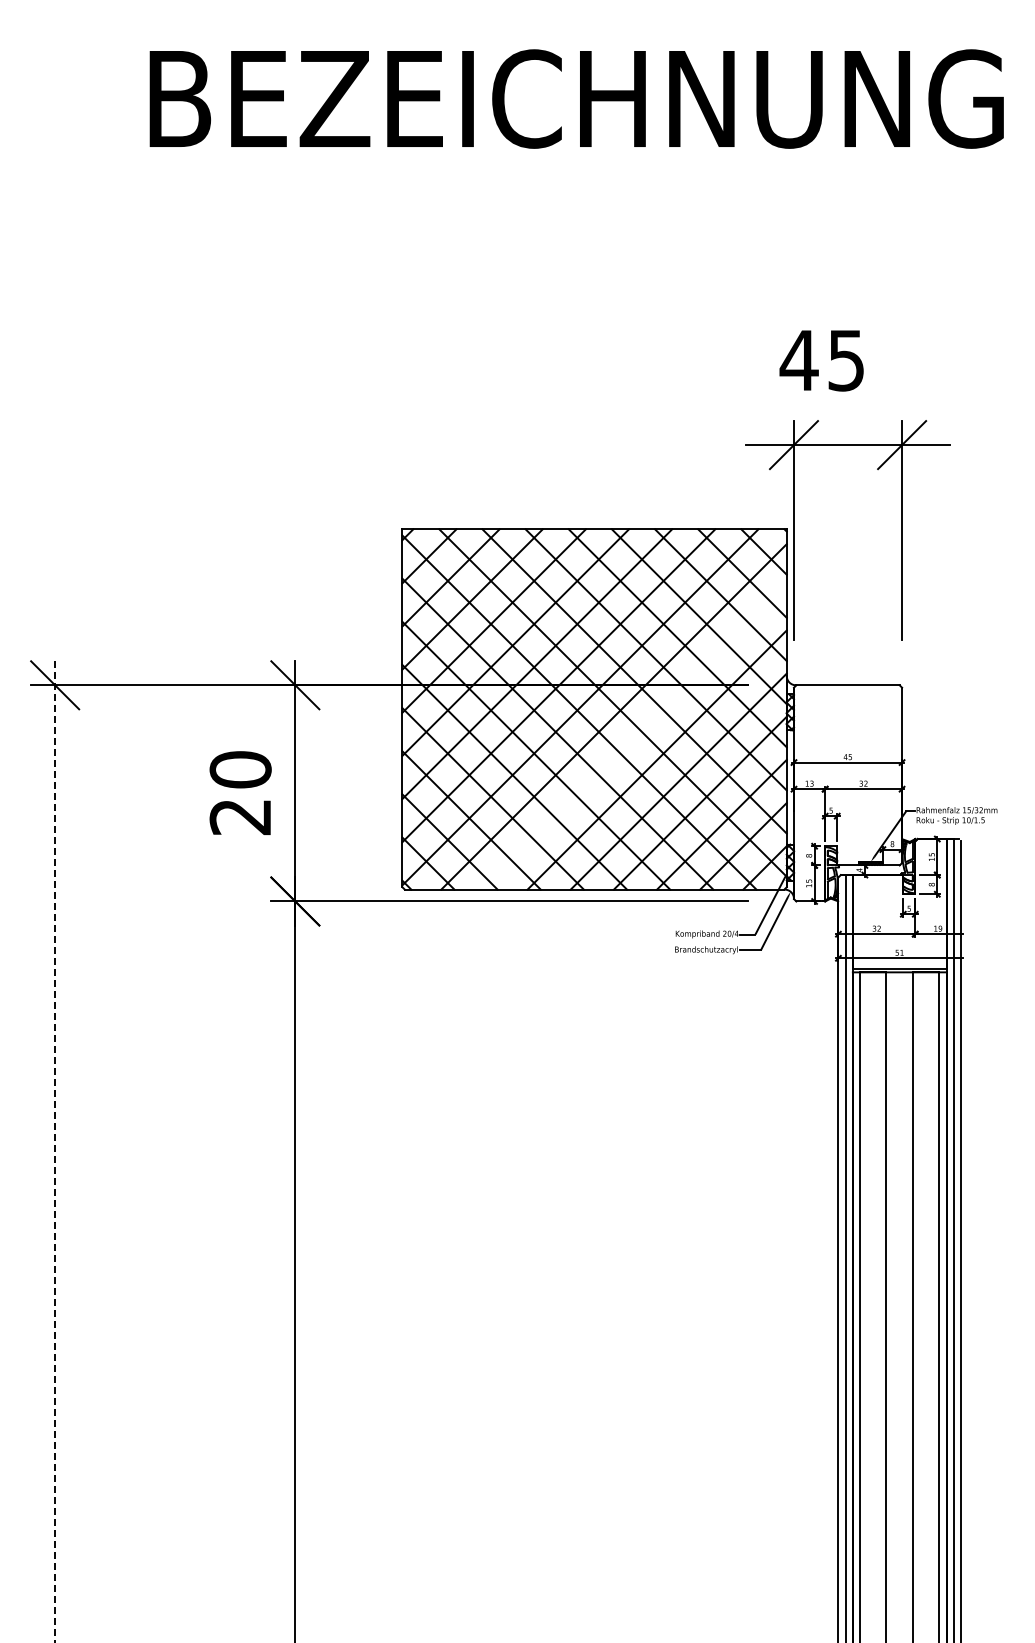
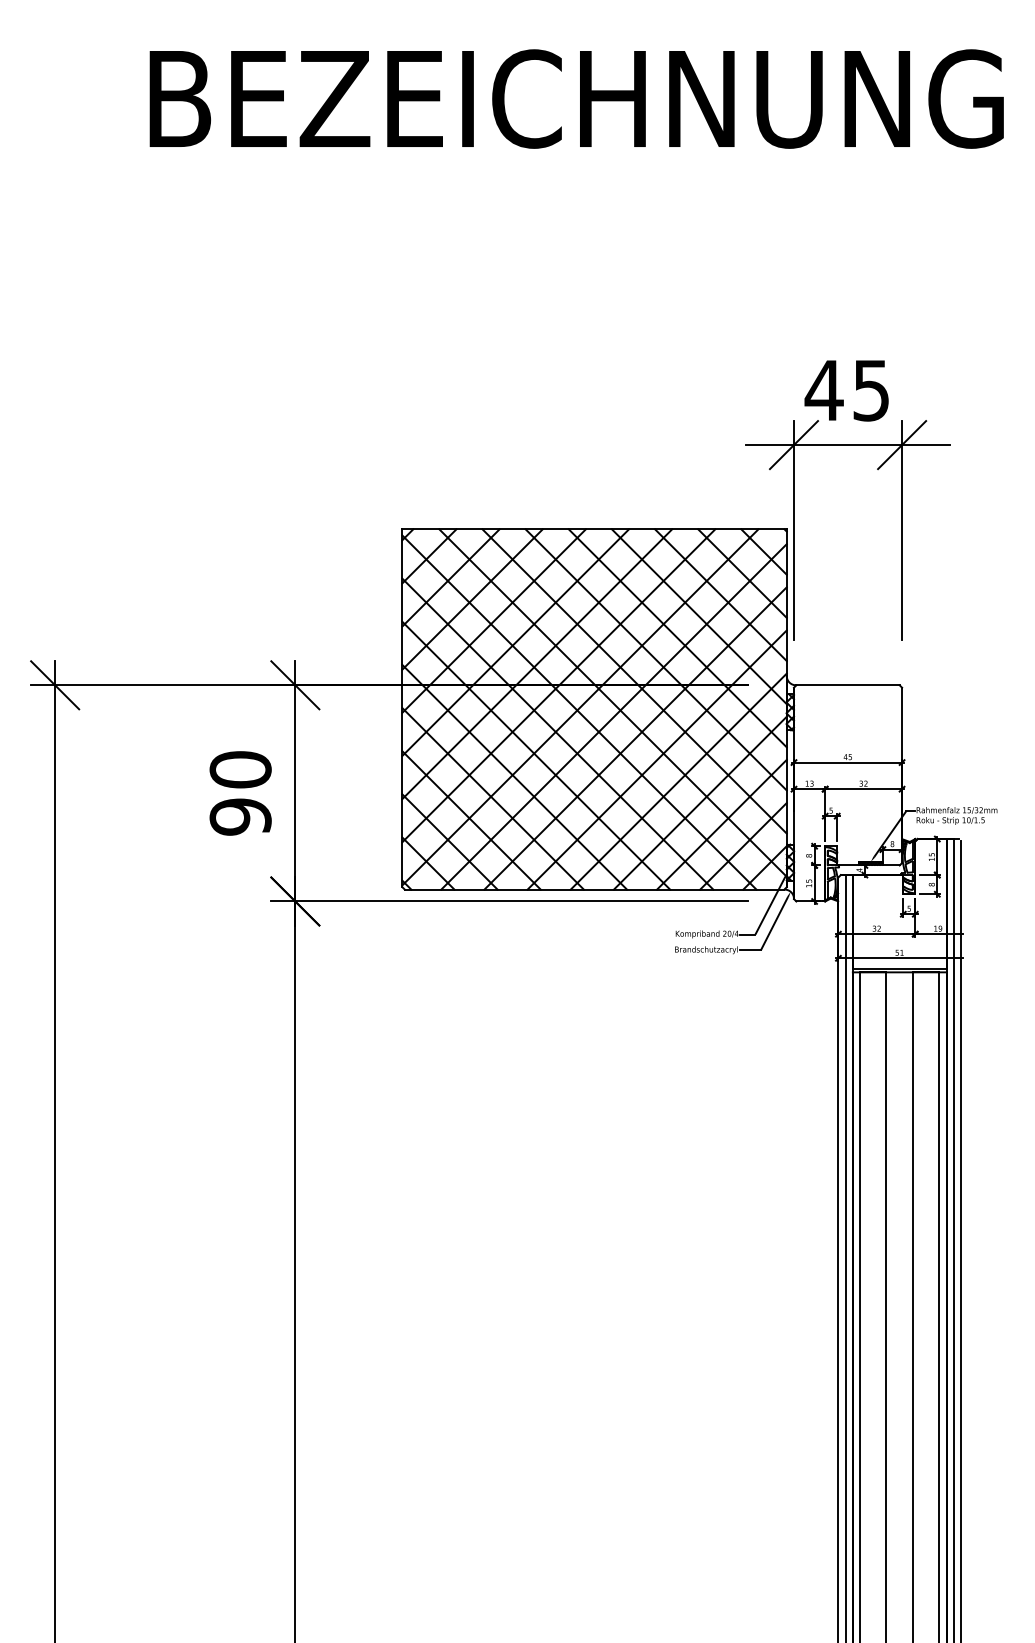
text at (821, 360) position: (821, 360) -> (846, 390)
line at (635, 738): none -> present
text at (240, 816): 20 -> 90
line at (55, 1152): dashed -> solid
